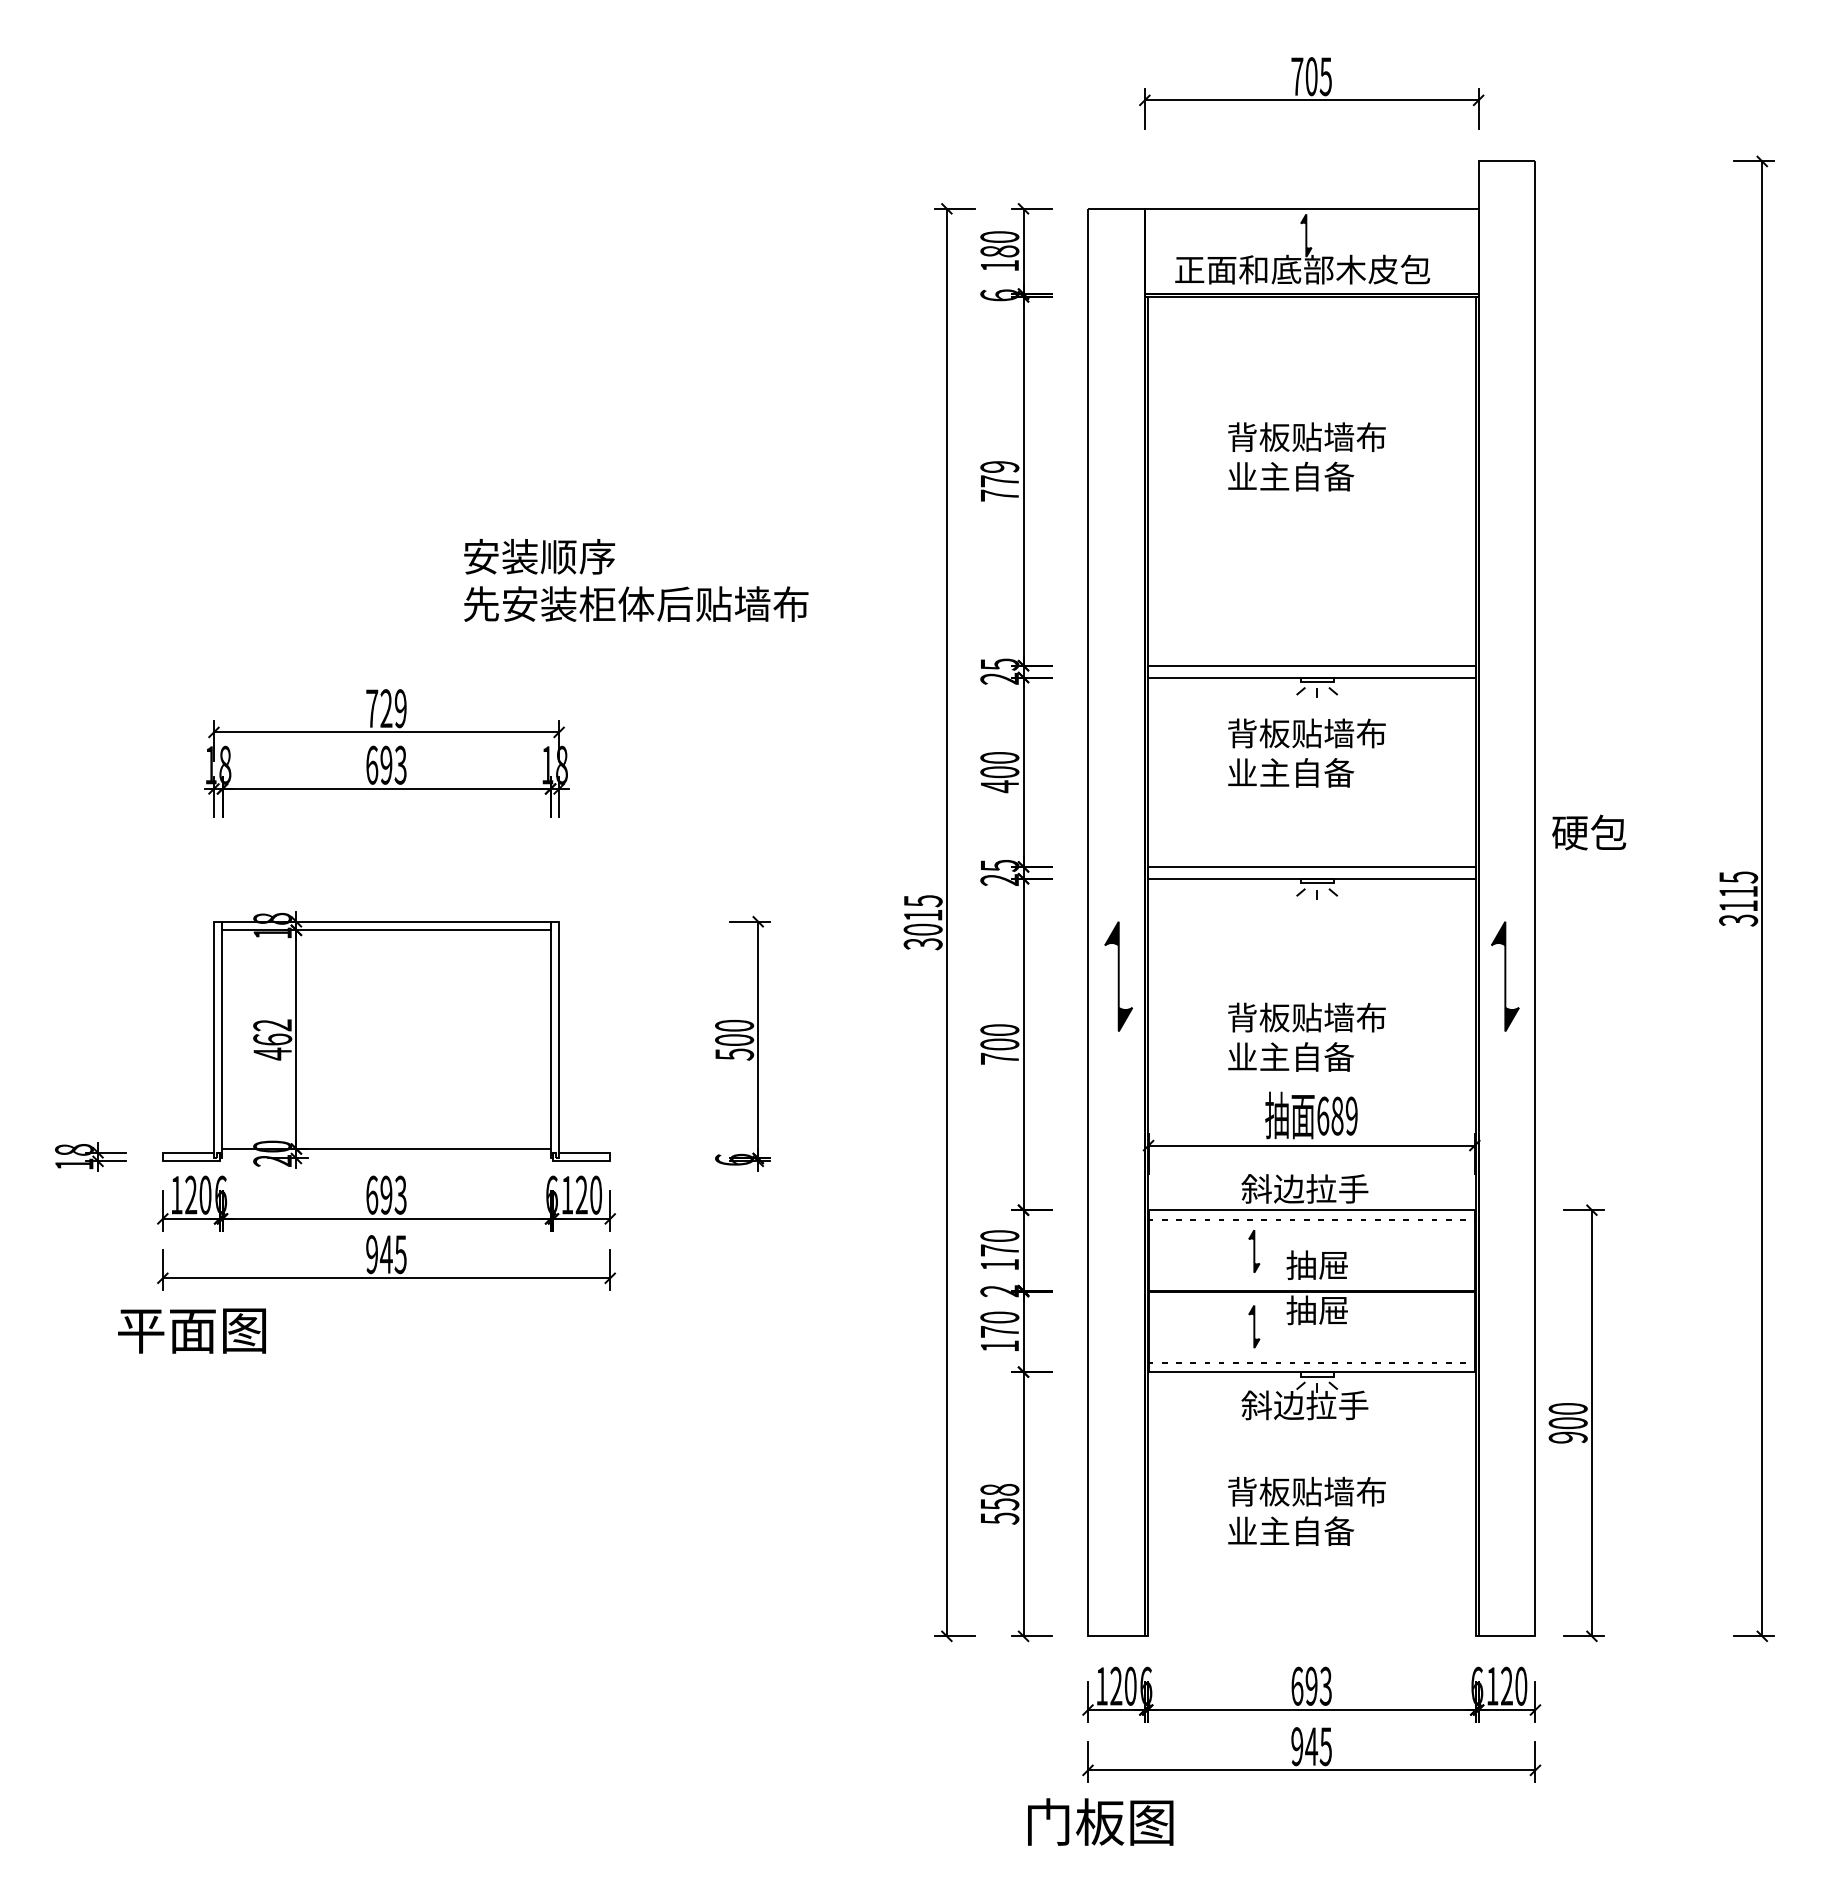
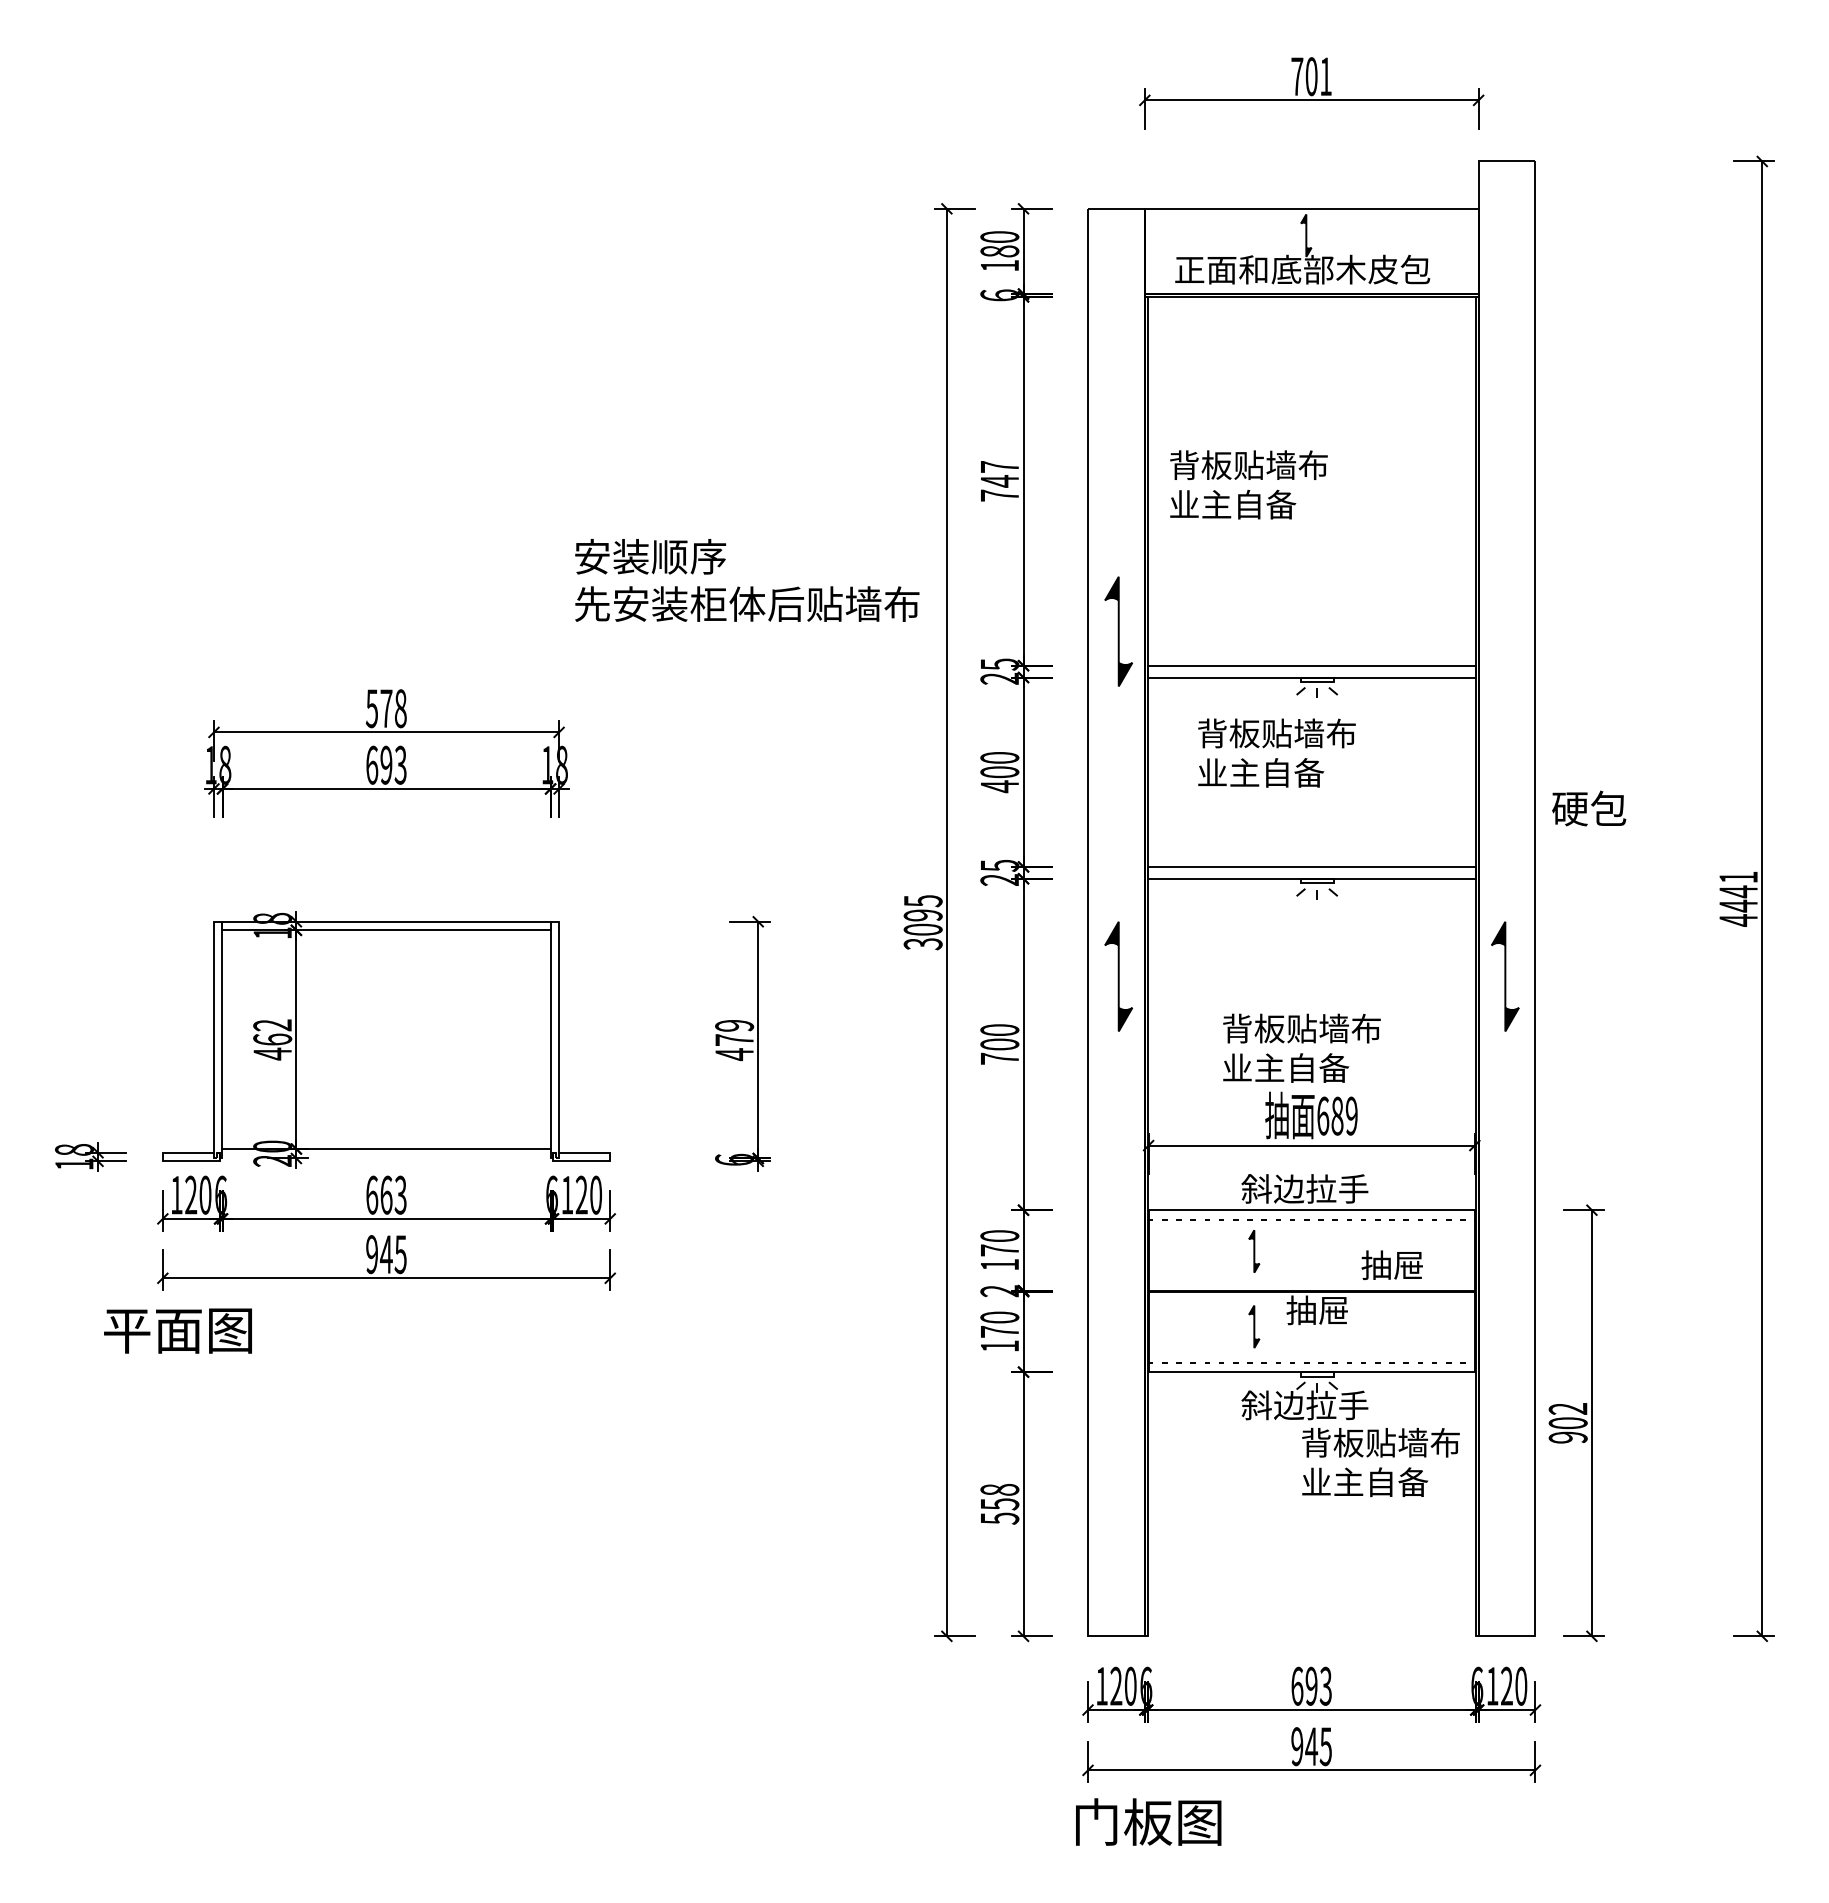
text at (1325, 76): 705 -> 701
text at (1306, 456) position: (1306, 456) -> (1248, 484)
text at (999, 474): 779 -> 747
text at (636, 580) position: (636, 580) -> (747, 580)
part at (1118, 631): none -> present
text at (385, 708): 729 -> 578
text at (1306, 752) position: (1306, 752) -> (1276, 752)
text at (1589, 832) position: (1589, 832) -> (1589, 808)
text at (1738, 898): 3115 -> 4441
text at (922, 915): 3015 -> 3095
text at (1306, 1036) position: (1306, 1036) -> (1301, 1047)
text at (734, 1040): 500 -> 479
text at (386, 1194): 693 -> 663
text at (1316, 1264) position: (1316, 1264) -> (1391, 1264)
text at (191, 1330) position: (191, 1330) -> (177, 1330)
text at (1567, 1408): 900 -> 902
text at (1306, 1511) position: (1306, 1511) -> (1380, 1462)
text at (1100, 1821) position: (1100, 1821) -> (1148, 1821)
